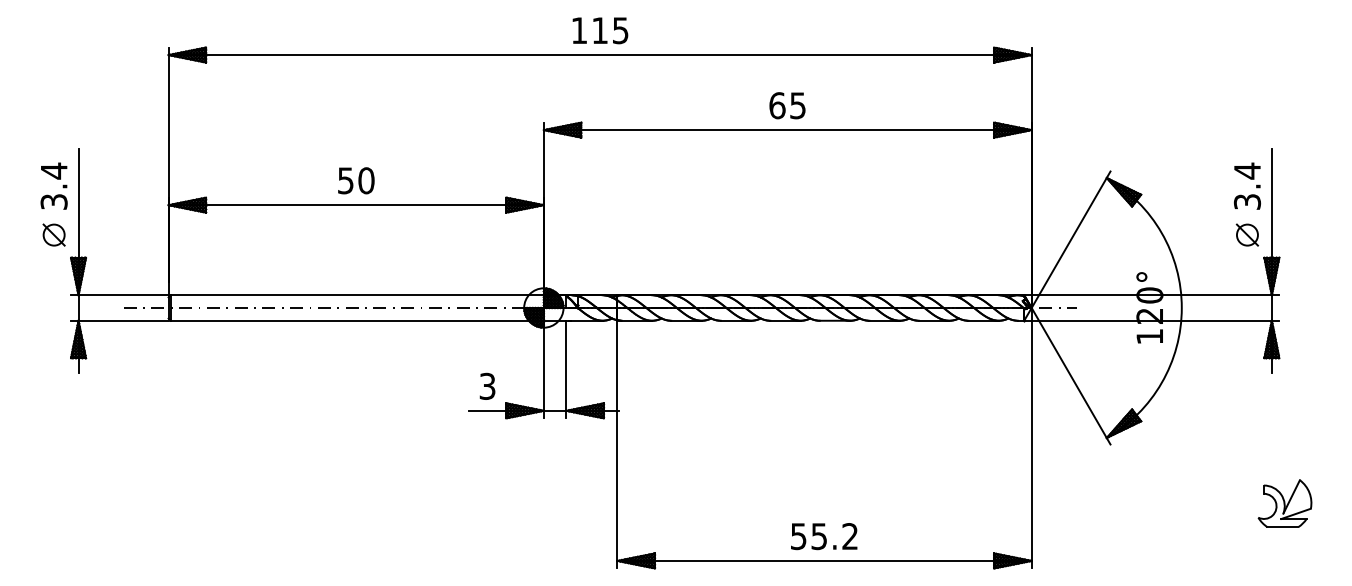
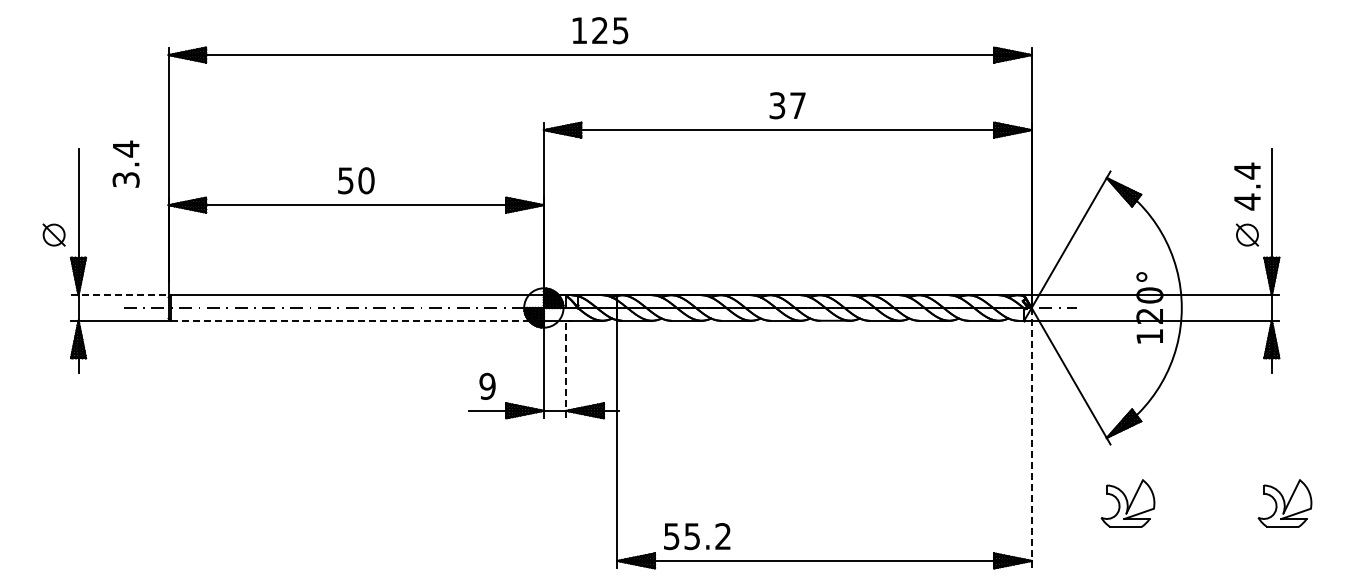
text at (599, 30): 115 -> 125
text at (787, 105): 65 -> 37
text at (53, 185) position: (53, 185) -> (125, 163)
text at (1247, 201): 3.4 -> 4.4
line at (119, 295): solid -> dashed
line at (357, 320): solid -> dashed
line at (566, 369): solid -> dashed
text at (487, 386): 3 -> 9
line at (1031, 437): solid -> dashed
part at (1127, 503): none -> present
text at (824, 536) position: (824, 536) -> (697, 536)
